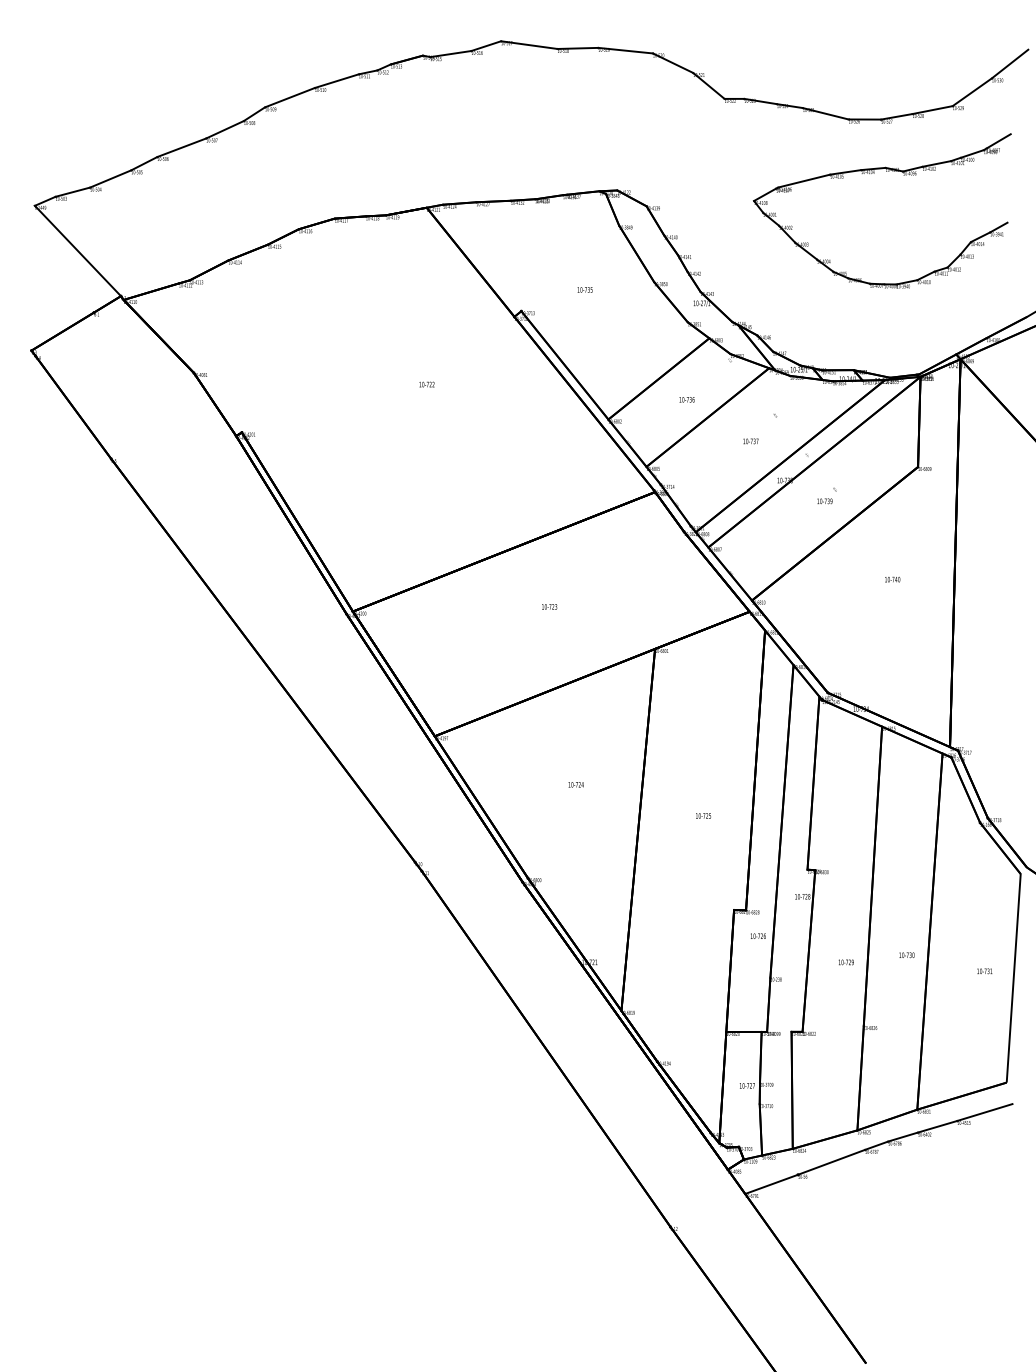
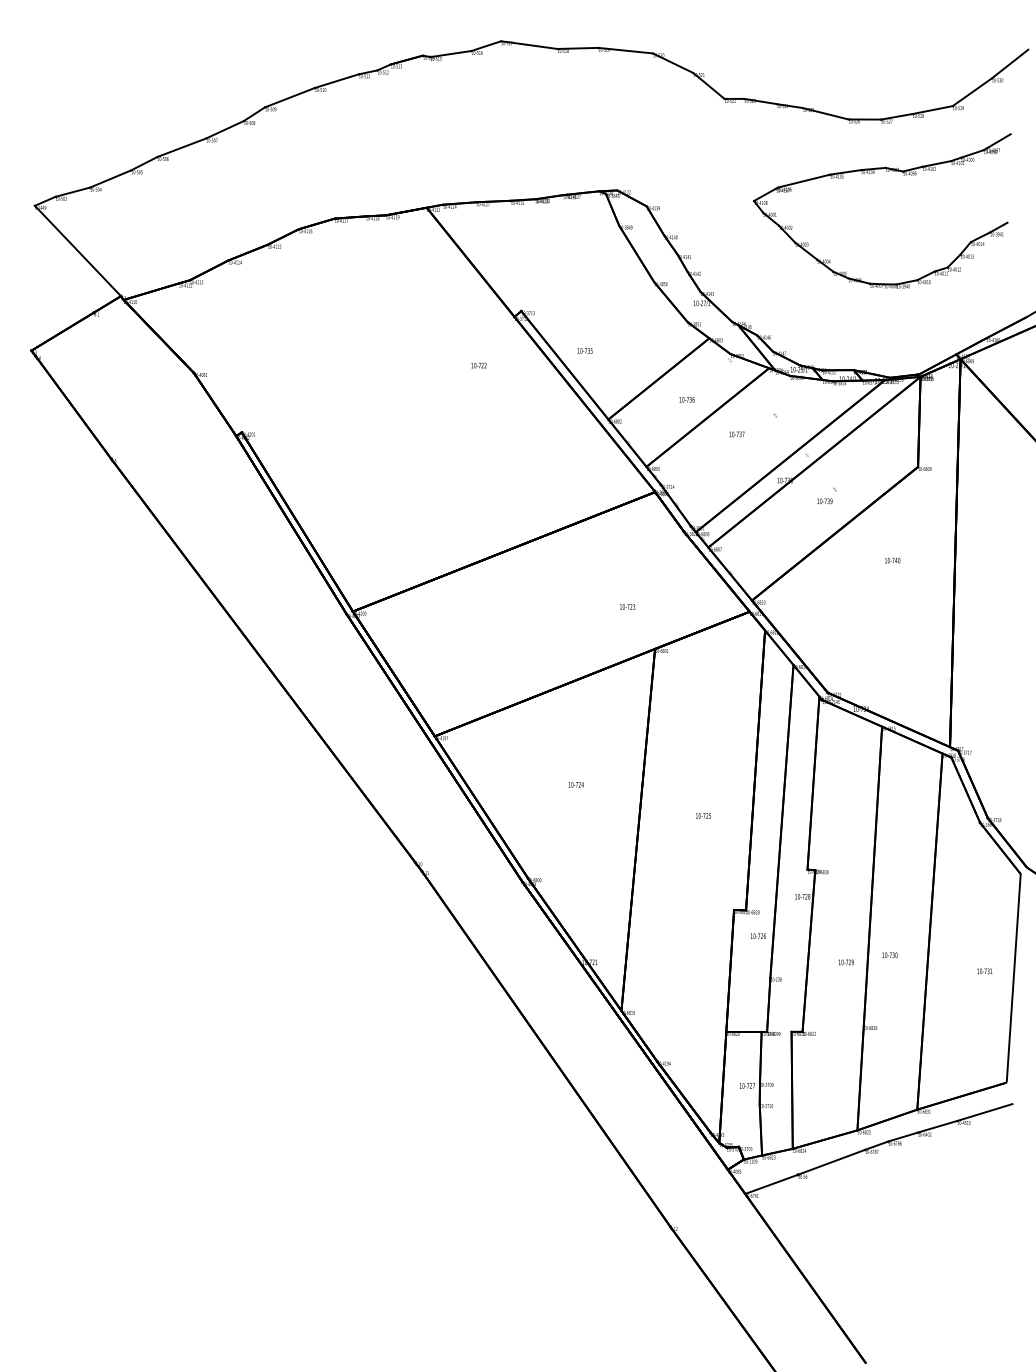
text at (584, 289) position: (584, 289) -> (584, 350)
text at (426, 384) position: (426, 384) -> (478, 365)
text at (750, 441) position: (750, 441) -> (736, 434)
text at (892, 579) position: (892, 579) -> (892, 560)
text at (549, 606) position: (549, 606) -> (627, 606)
text at (906, 955) position: (906, 955) -> (889, 955)
